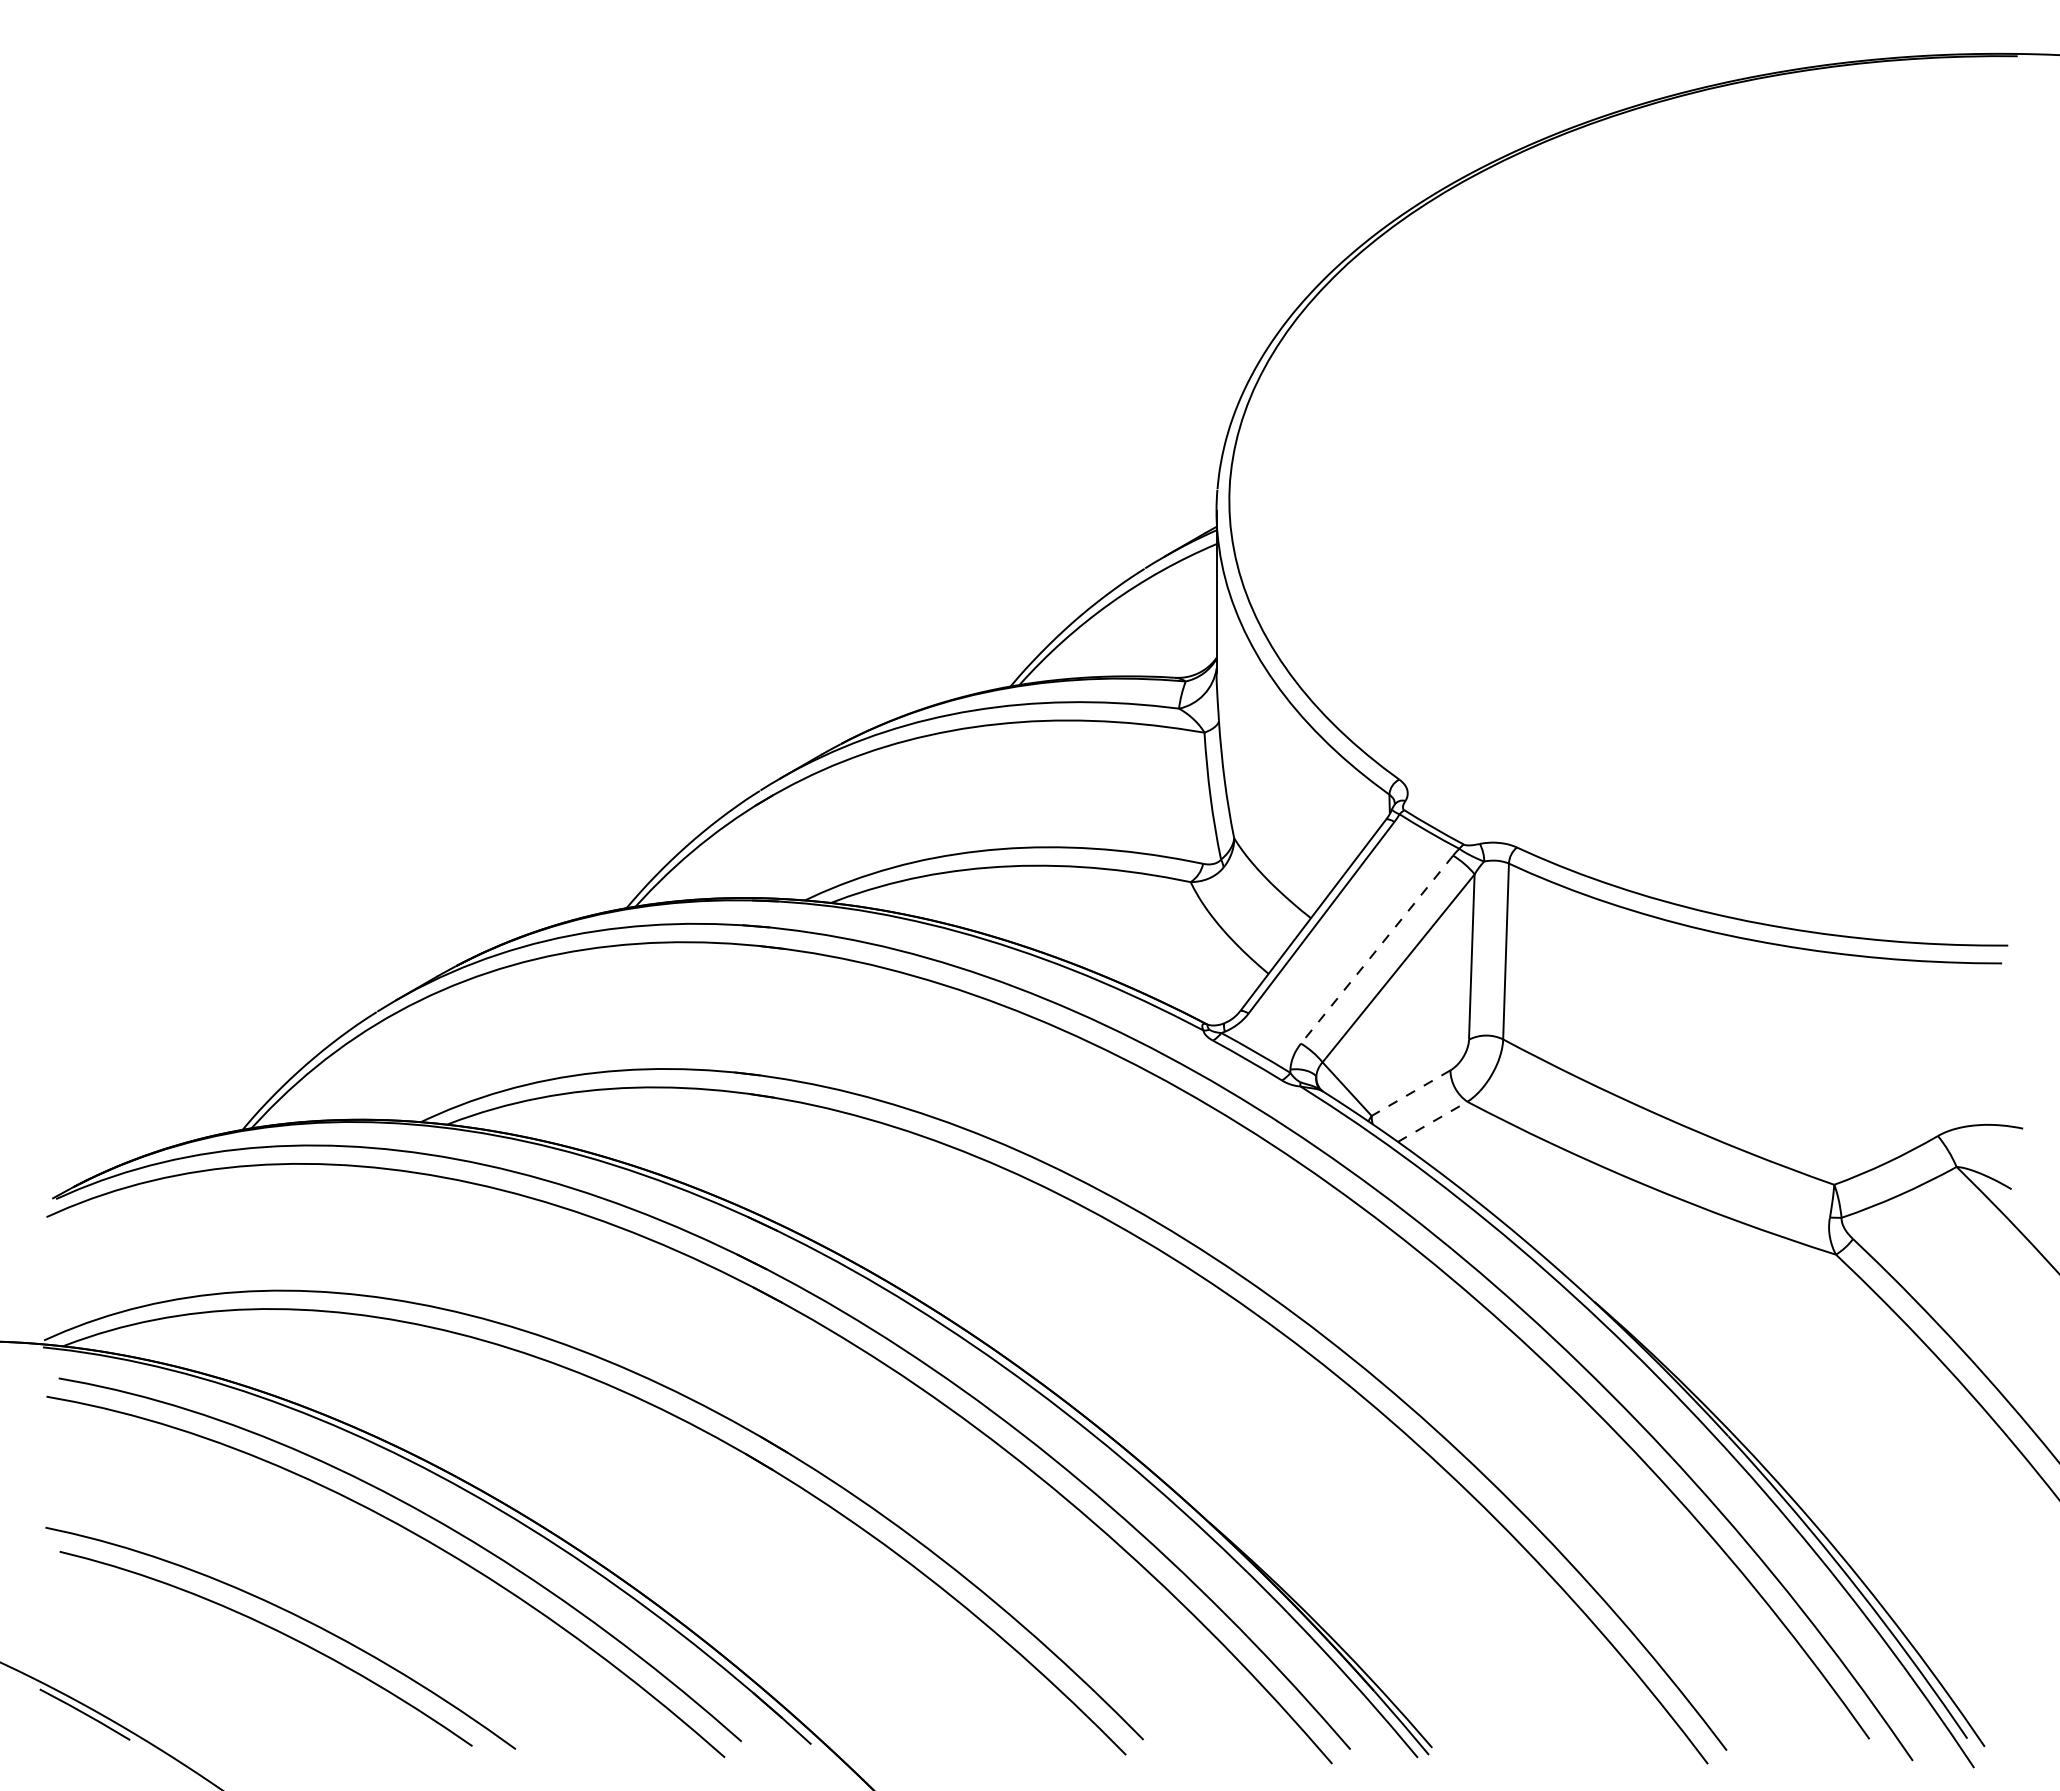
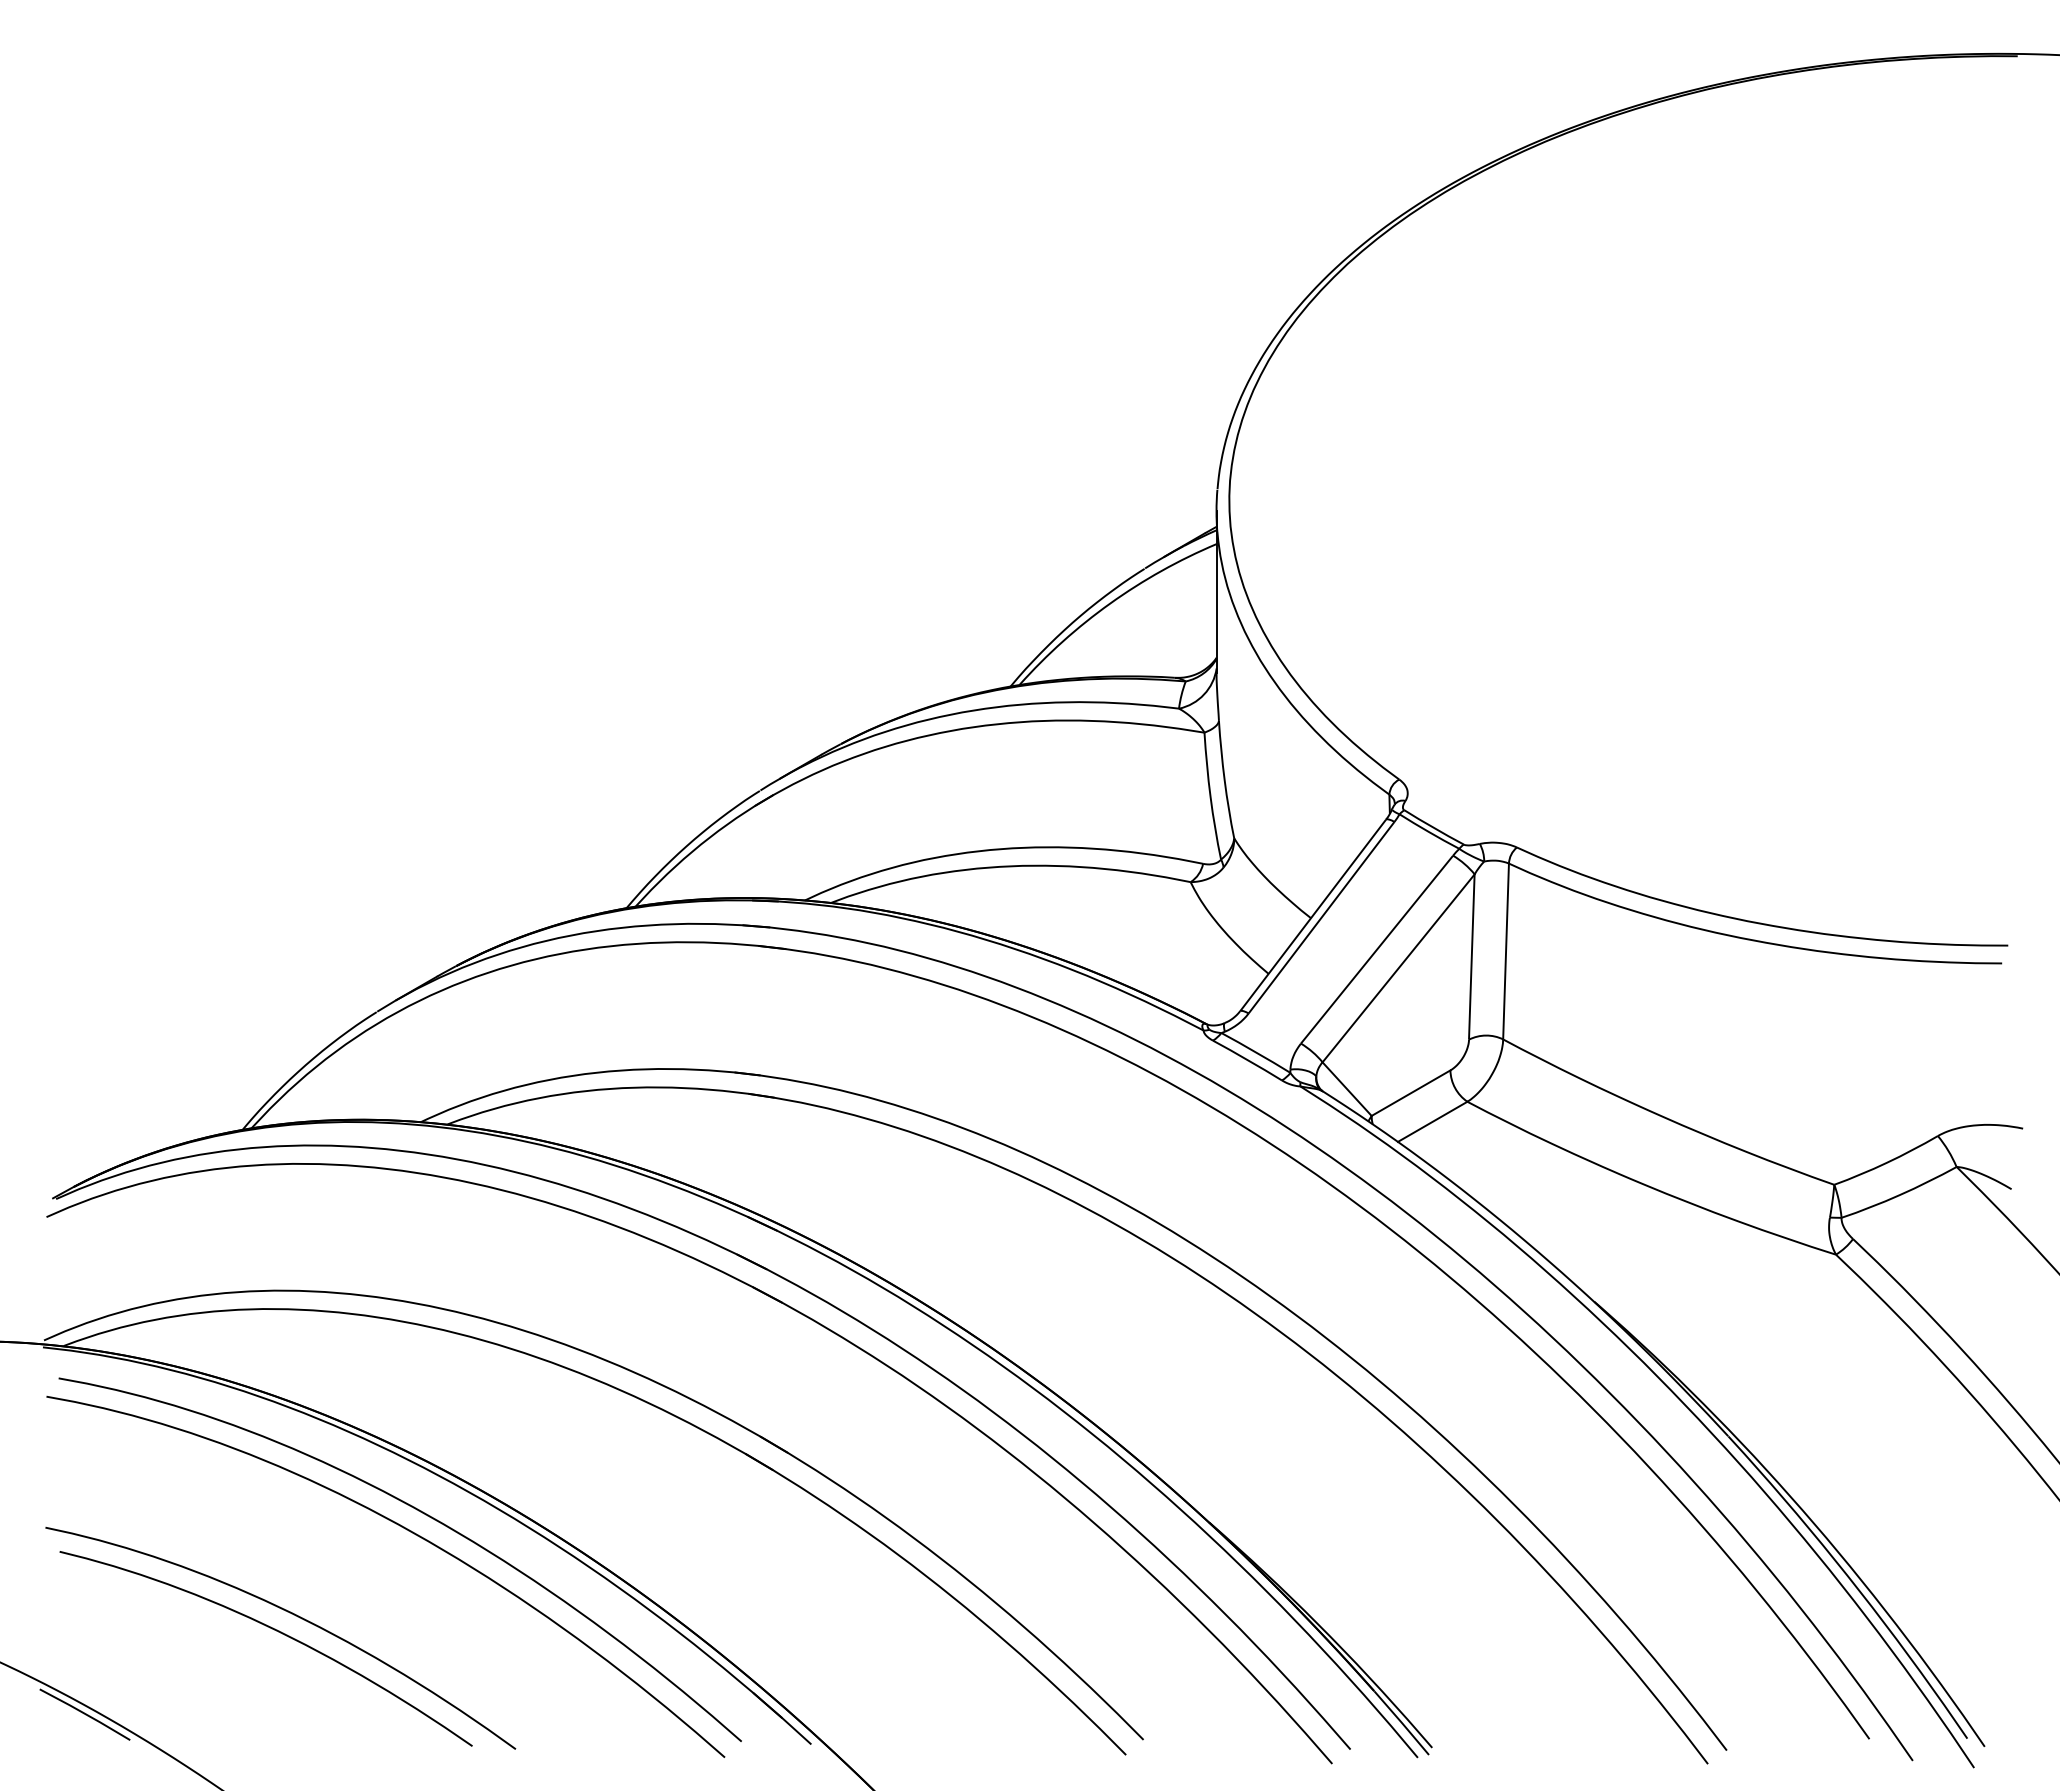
line at (1376, 950): dashed -> solid
line at (1410, 1093): dashed -> solid
line at (1433, 1121): dashed -> solid
